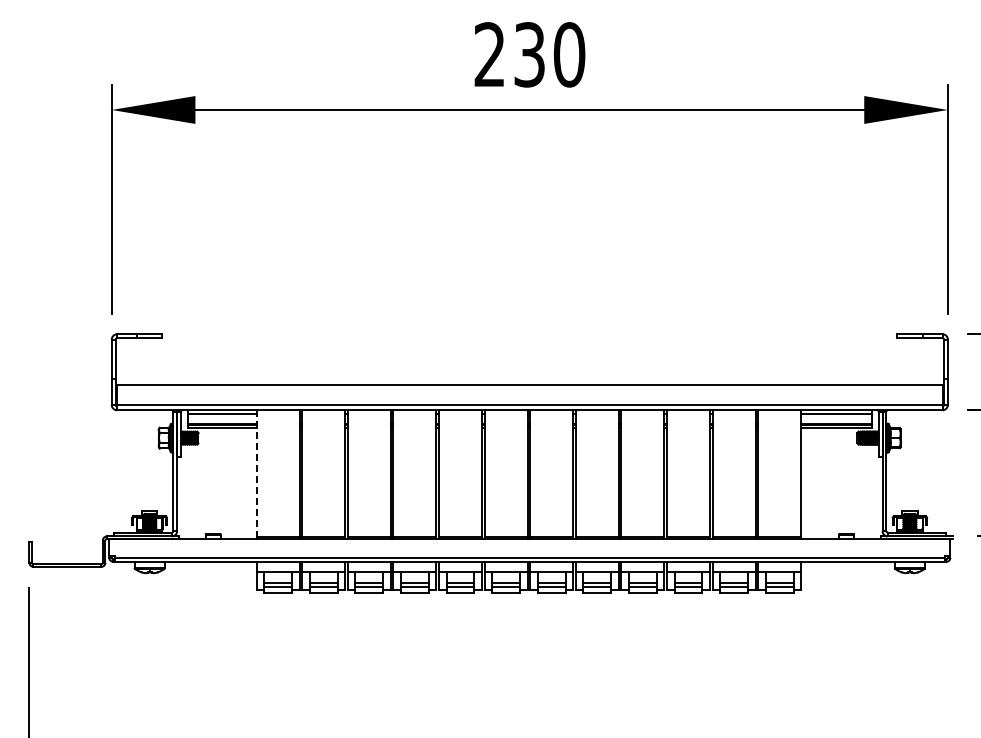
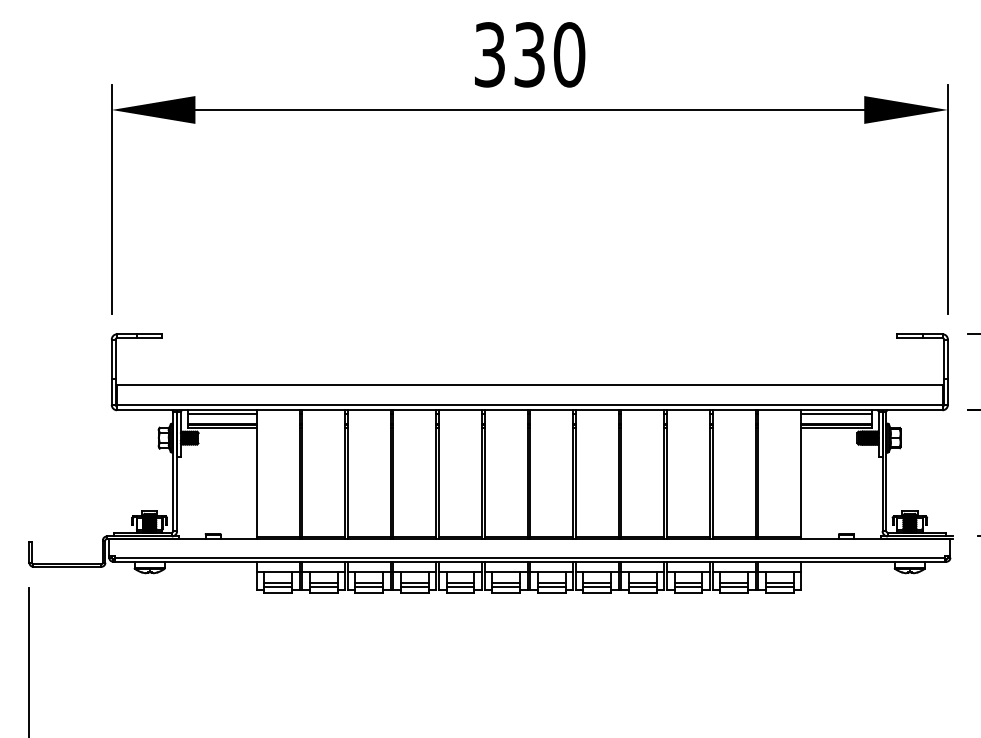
text at (489, 54): 230 -> 330
line at (256, 474): dashed -> solid
